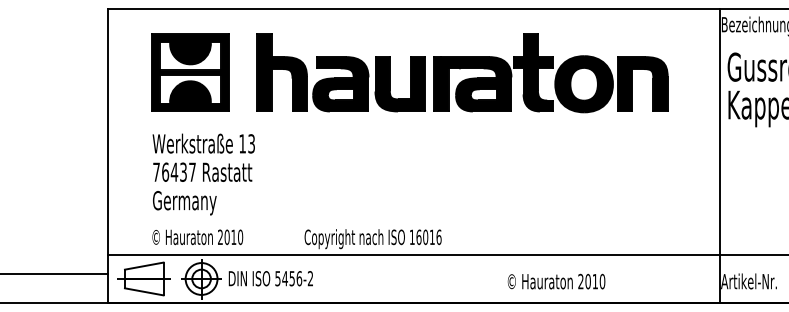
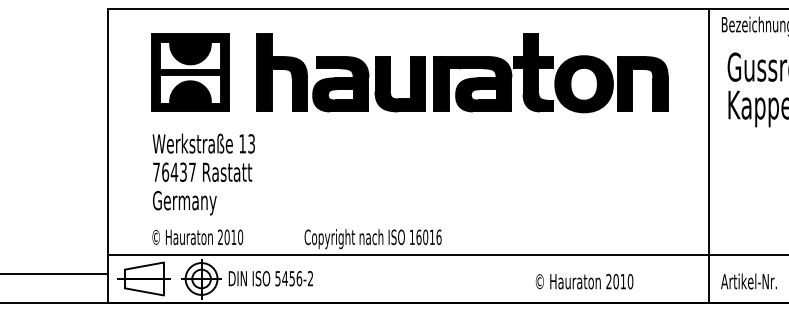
line at (720, 155) position: (720, 155) -> (709, 155)
text at (556, 281) position: (556, 281) -> (584, 281)
